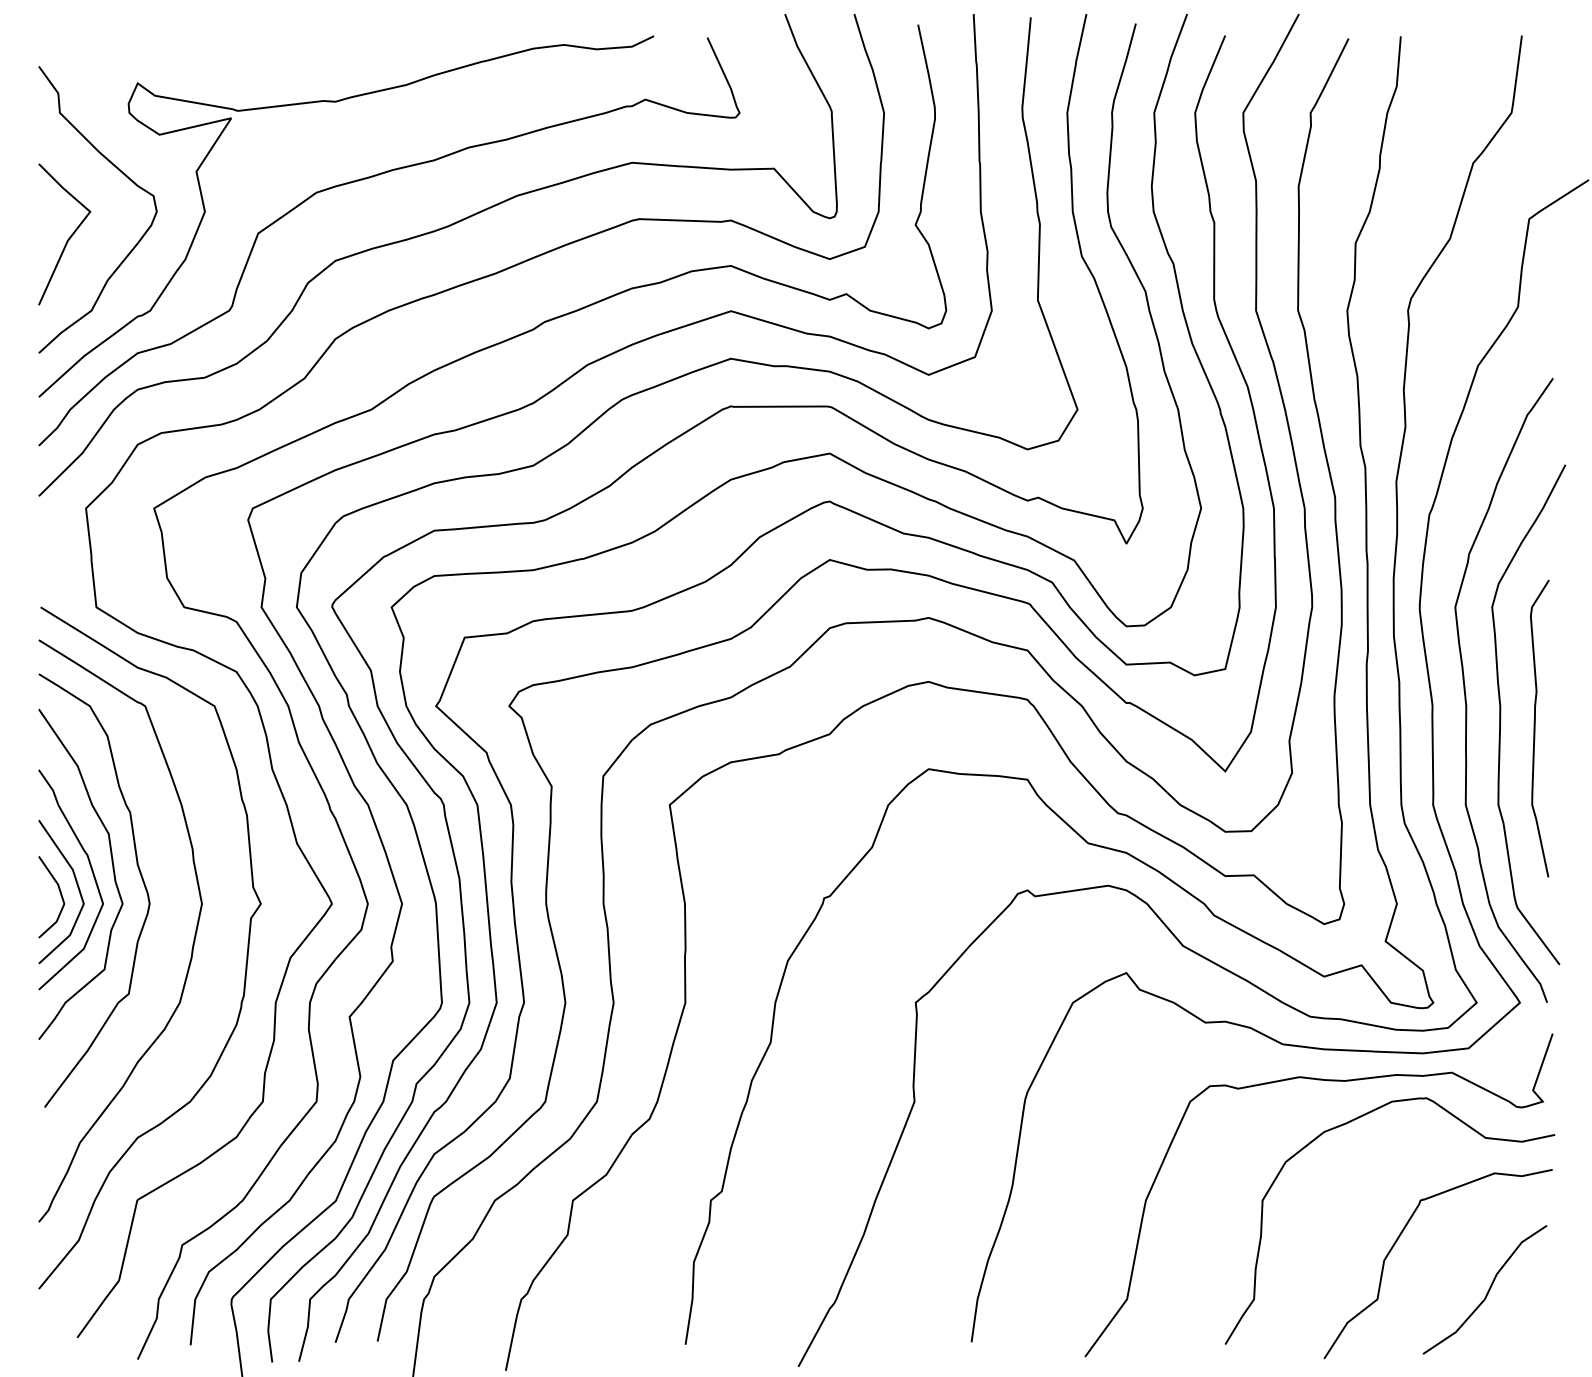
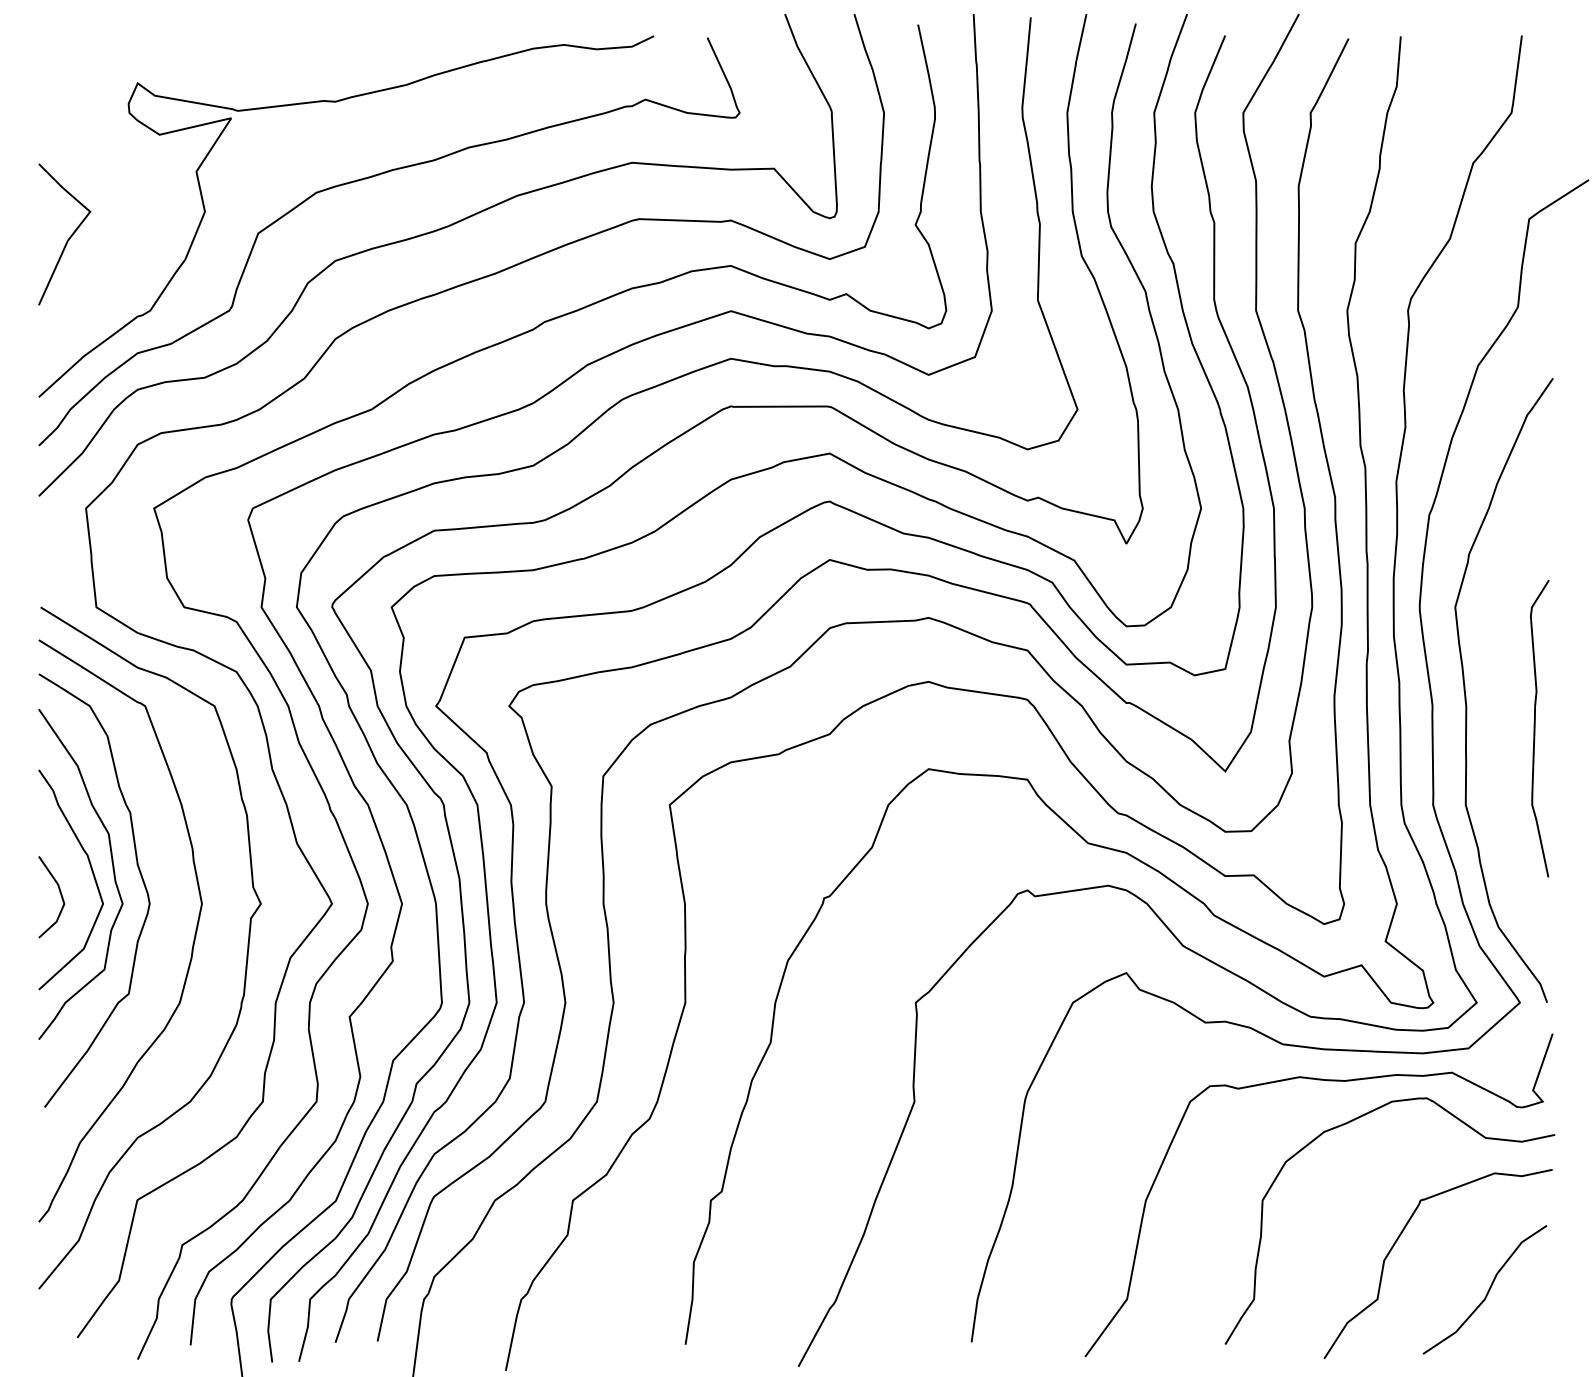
curve at (127, 178): present -> none
curve at (1501, 714): present -> none
line at (77, 888): present -> none
